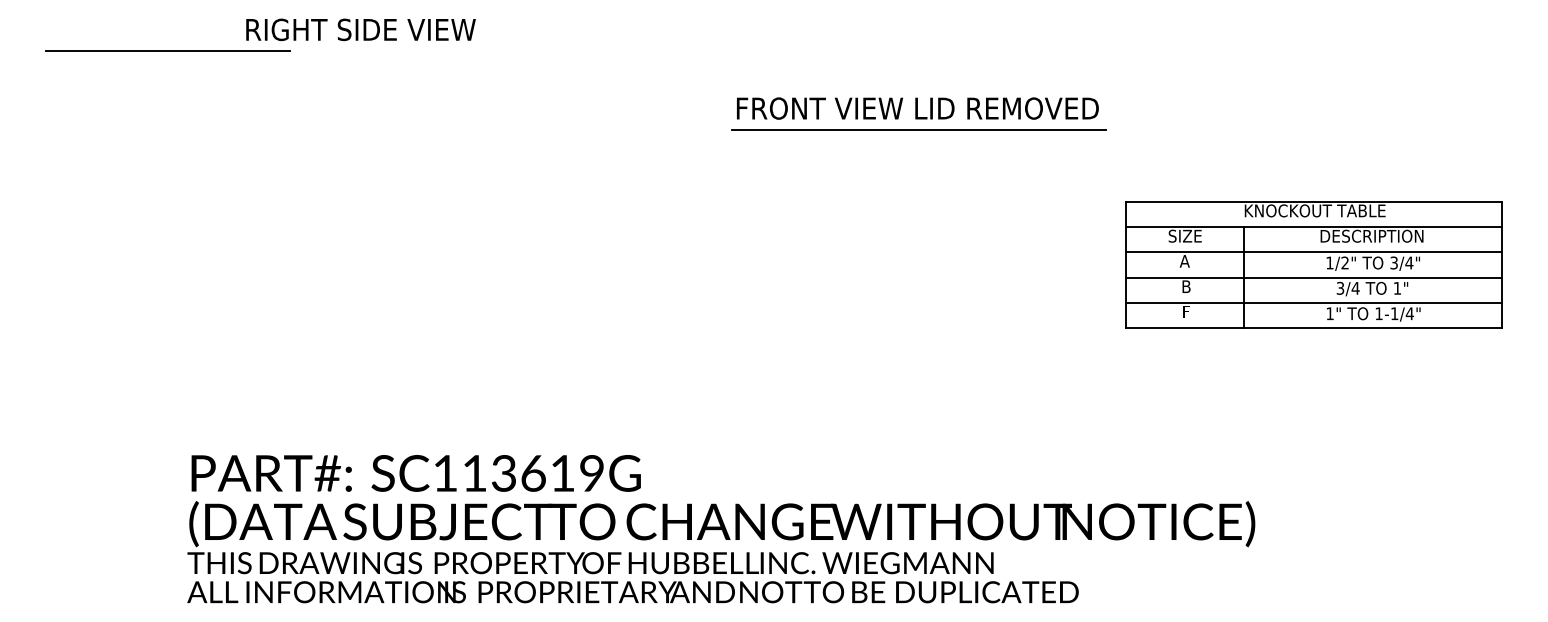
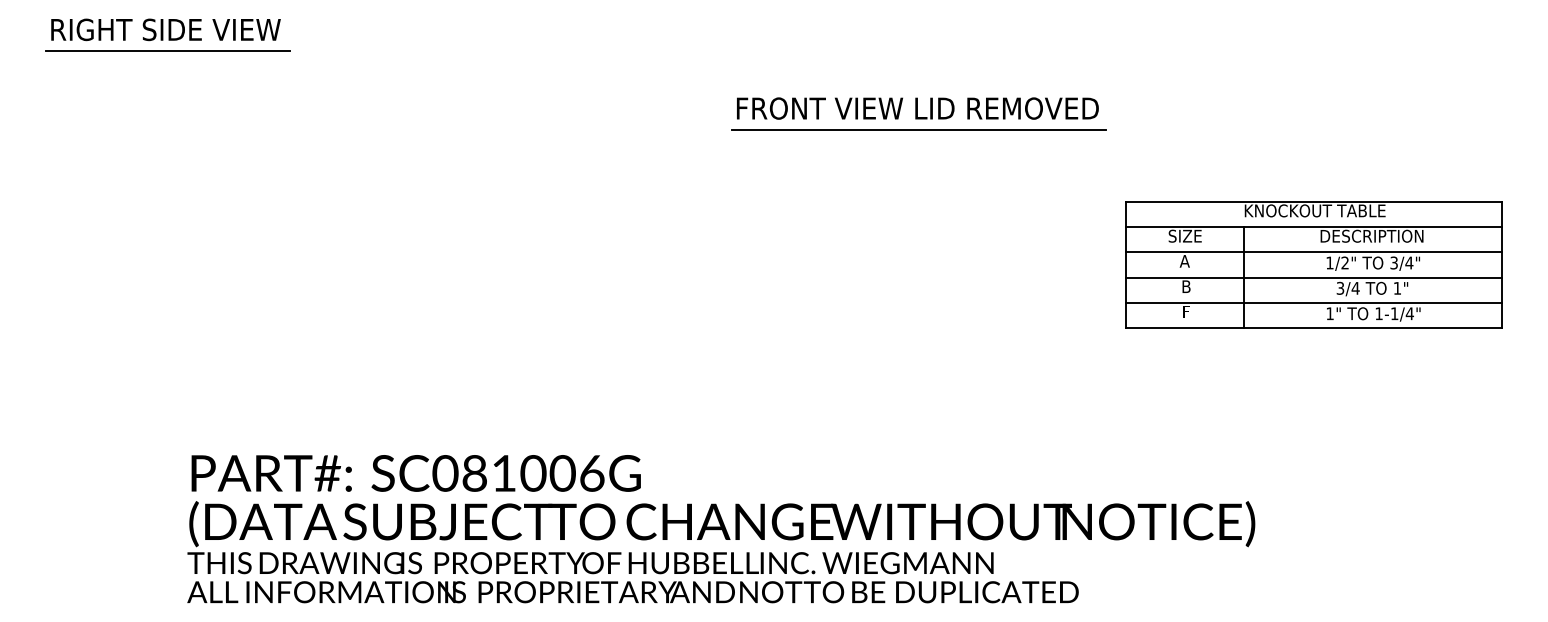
text at (360, 29) position: (360, 29) -> (165, 29)
text at (518, 473): SC113619G -> SC081006G
